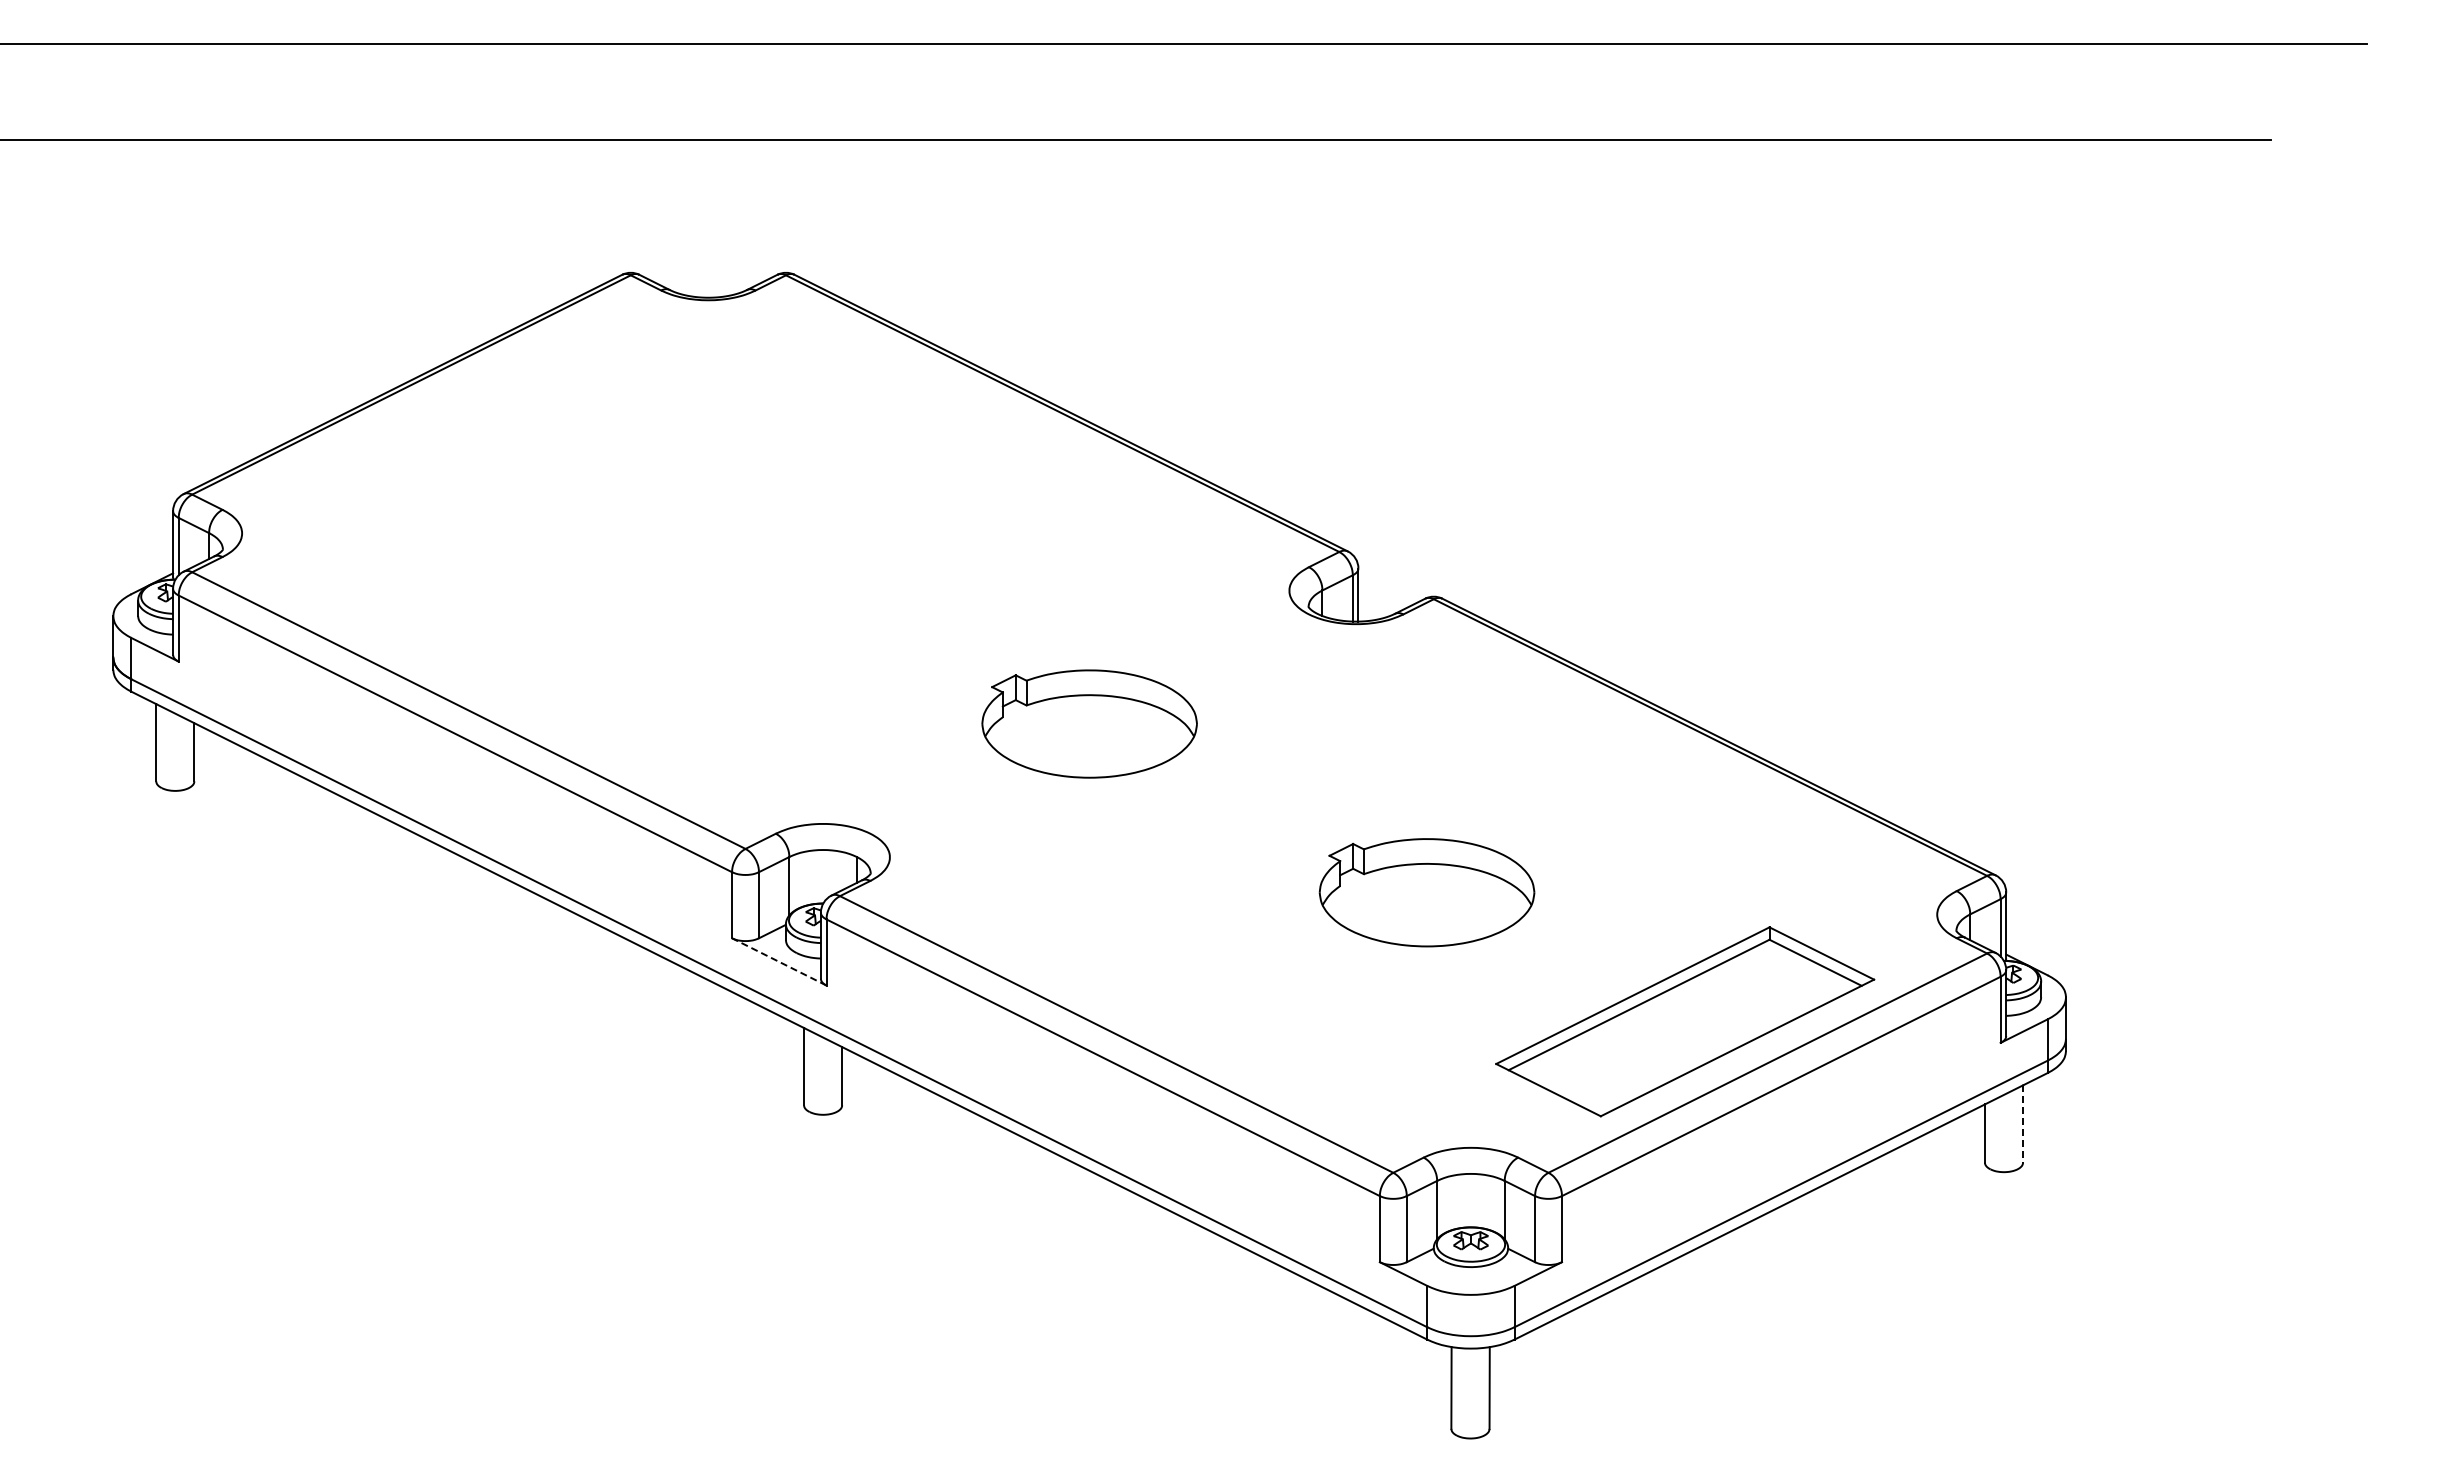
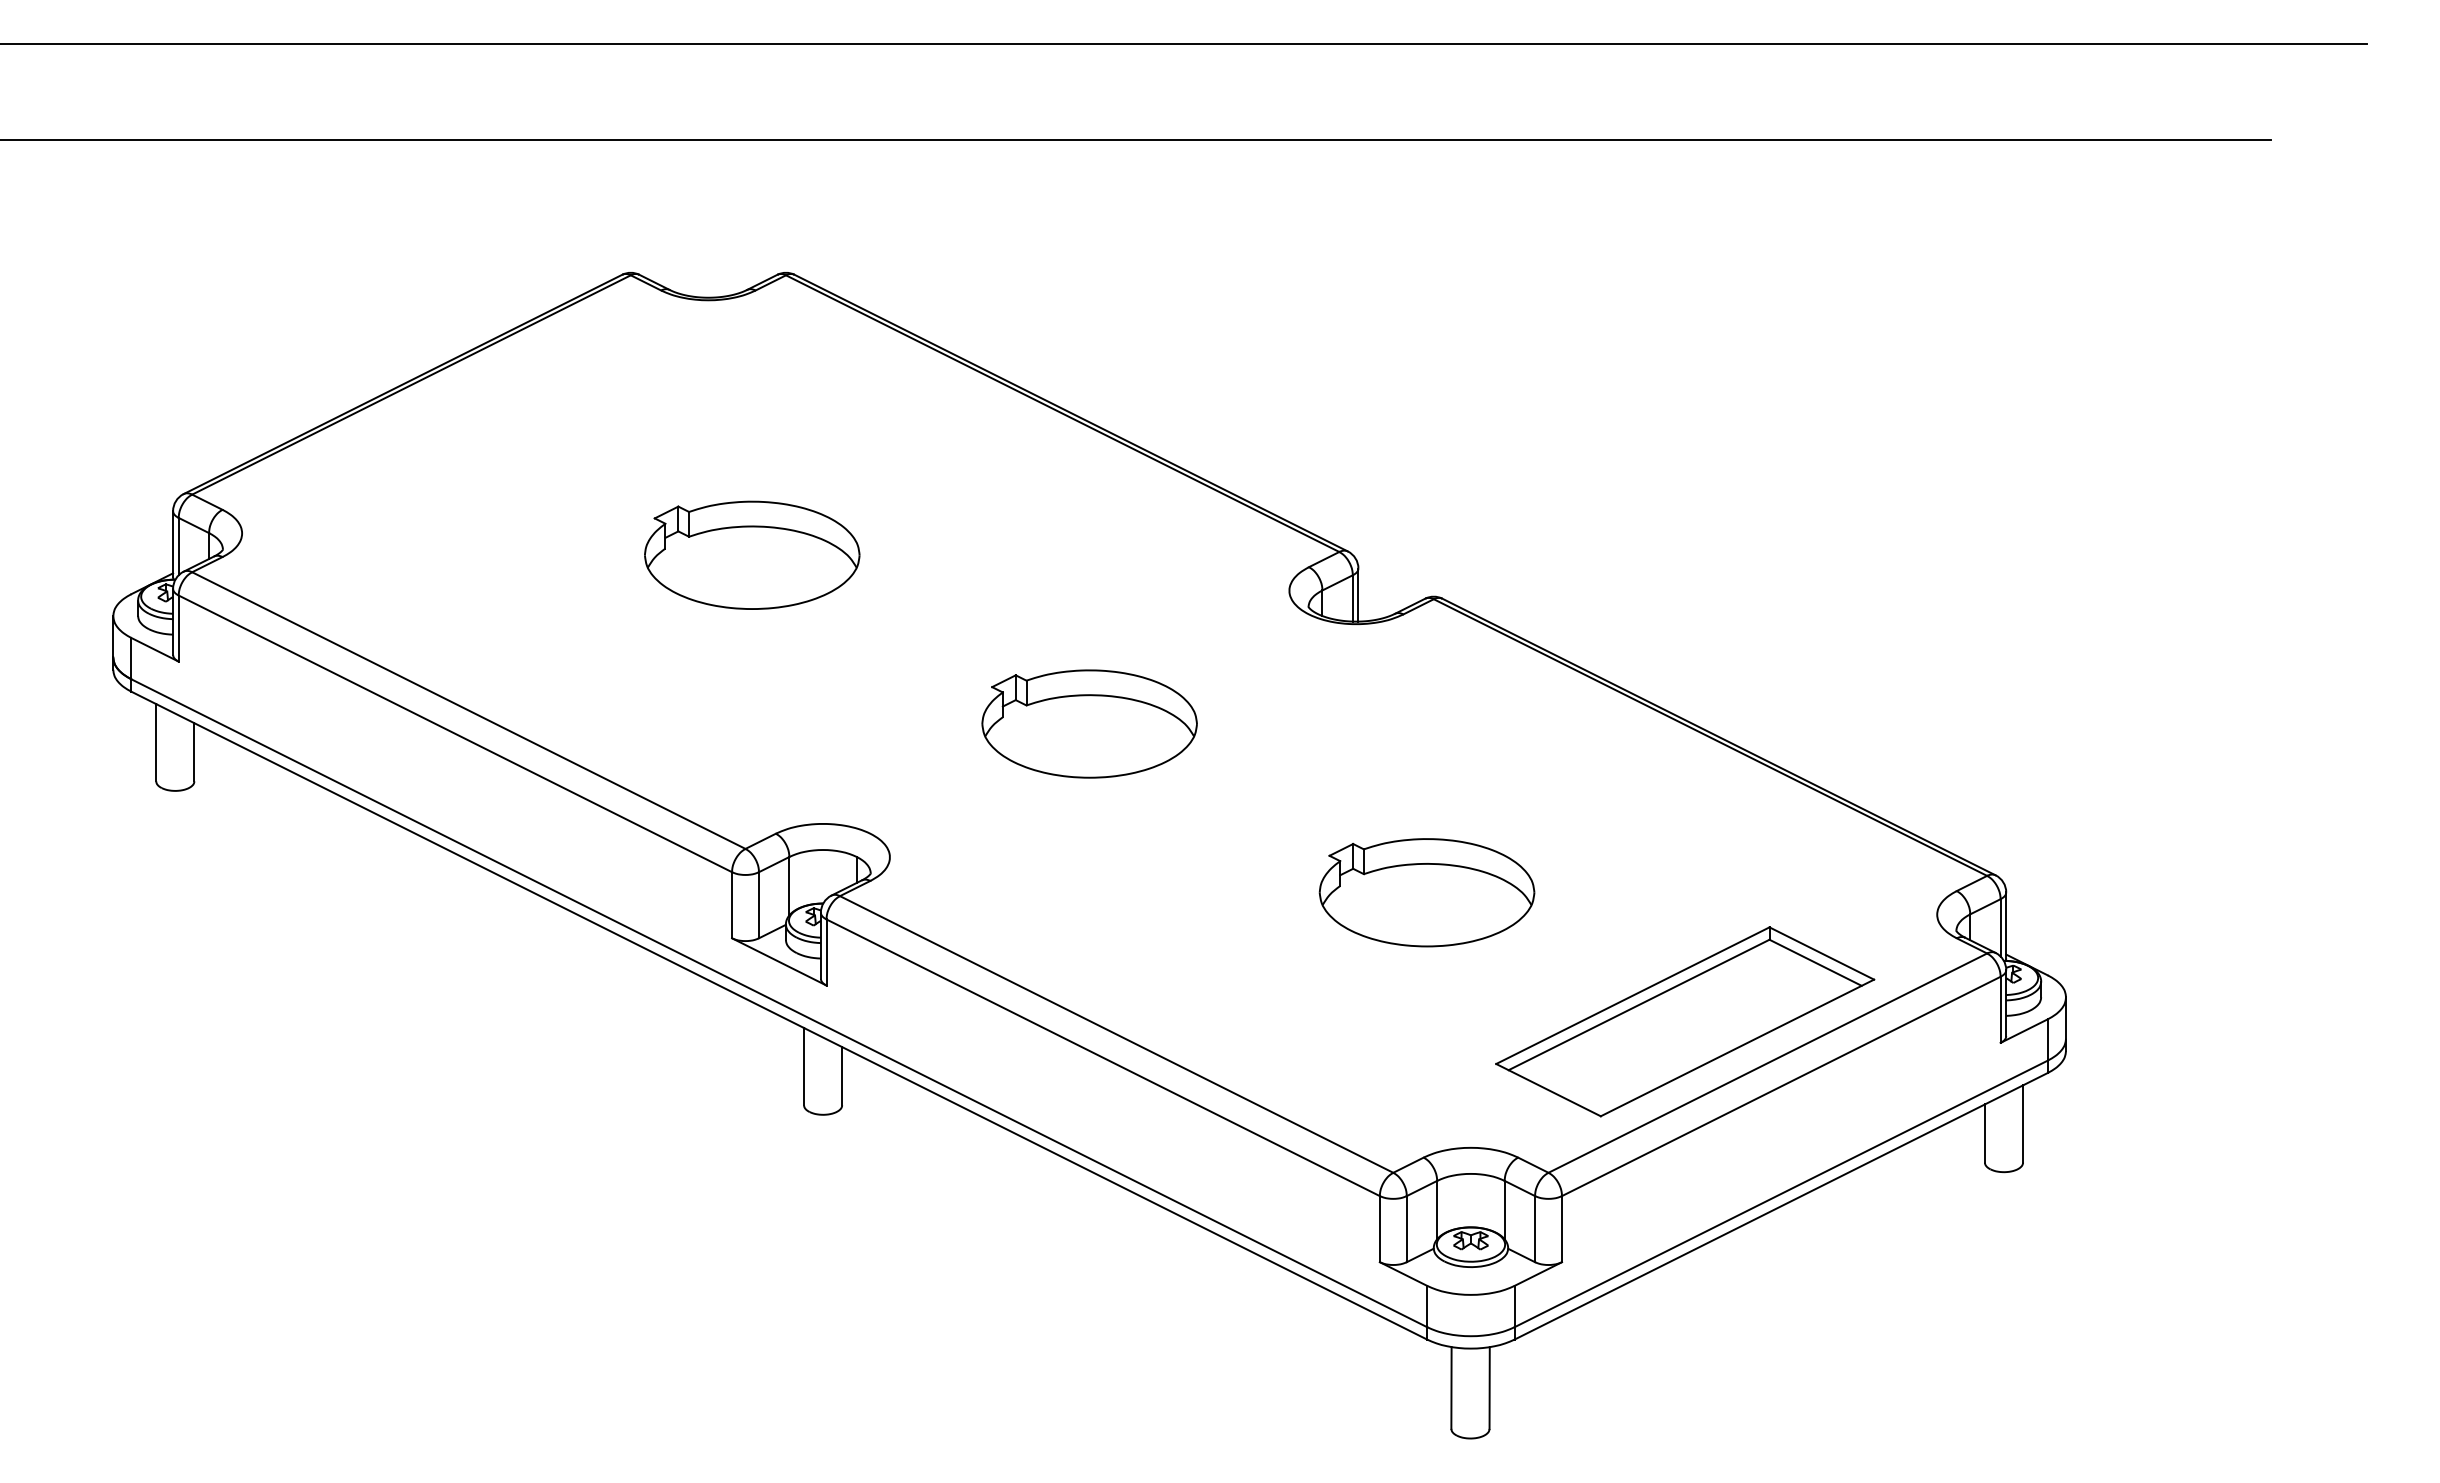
part at (752, 554): none -> present
line at (779, 961): dashed -> solid
line at (2023, 1123): dashed -> solid
